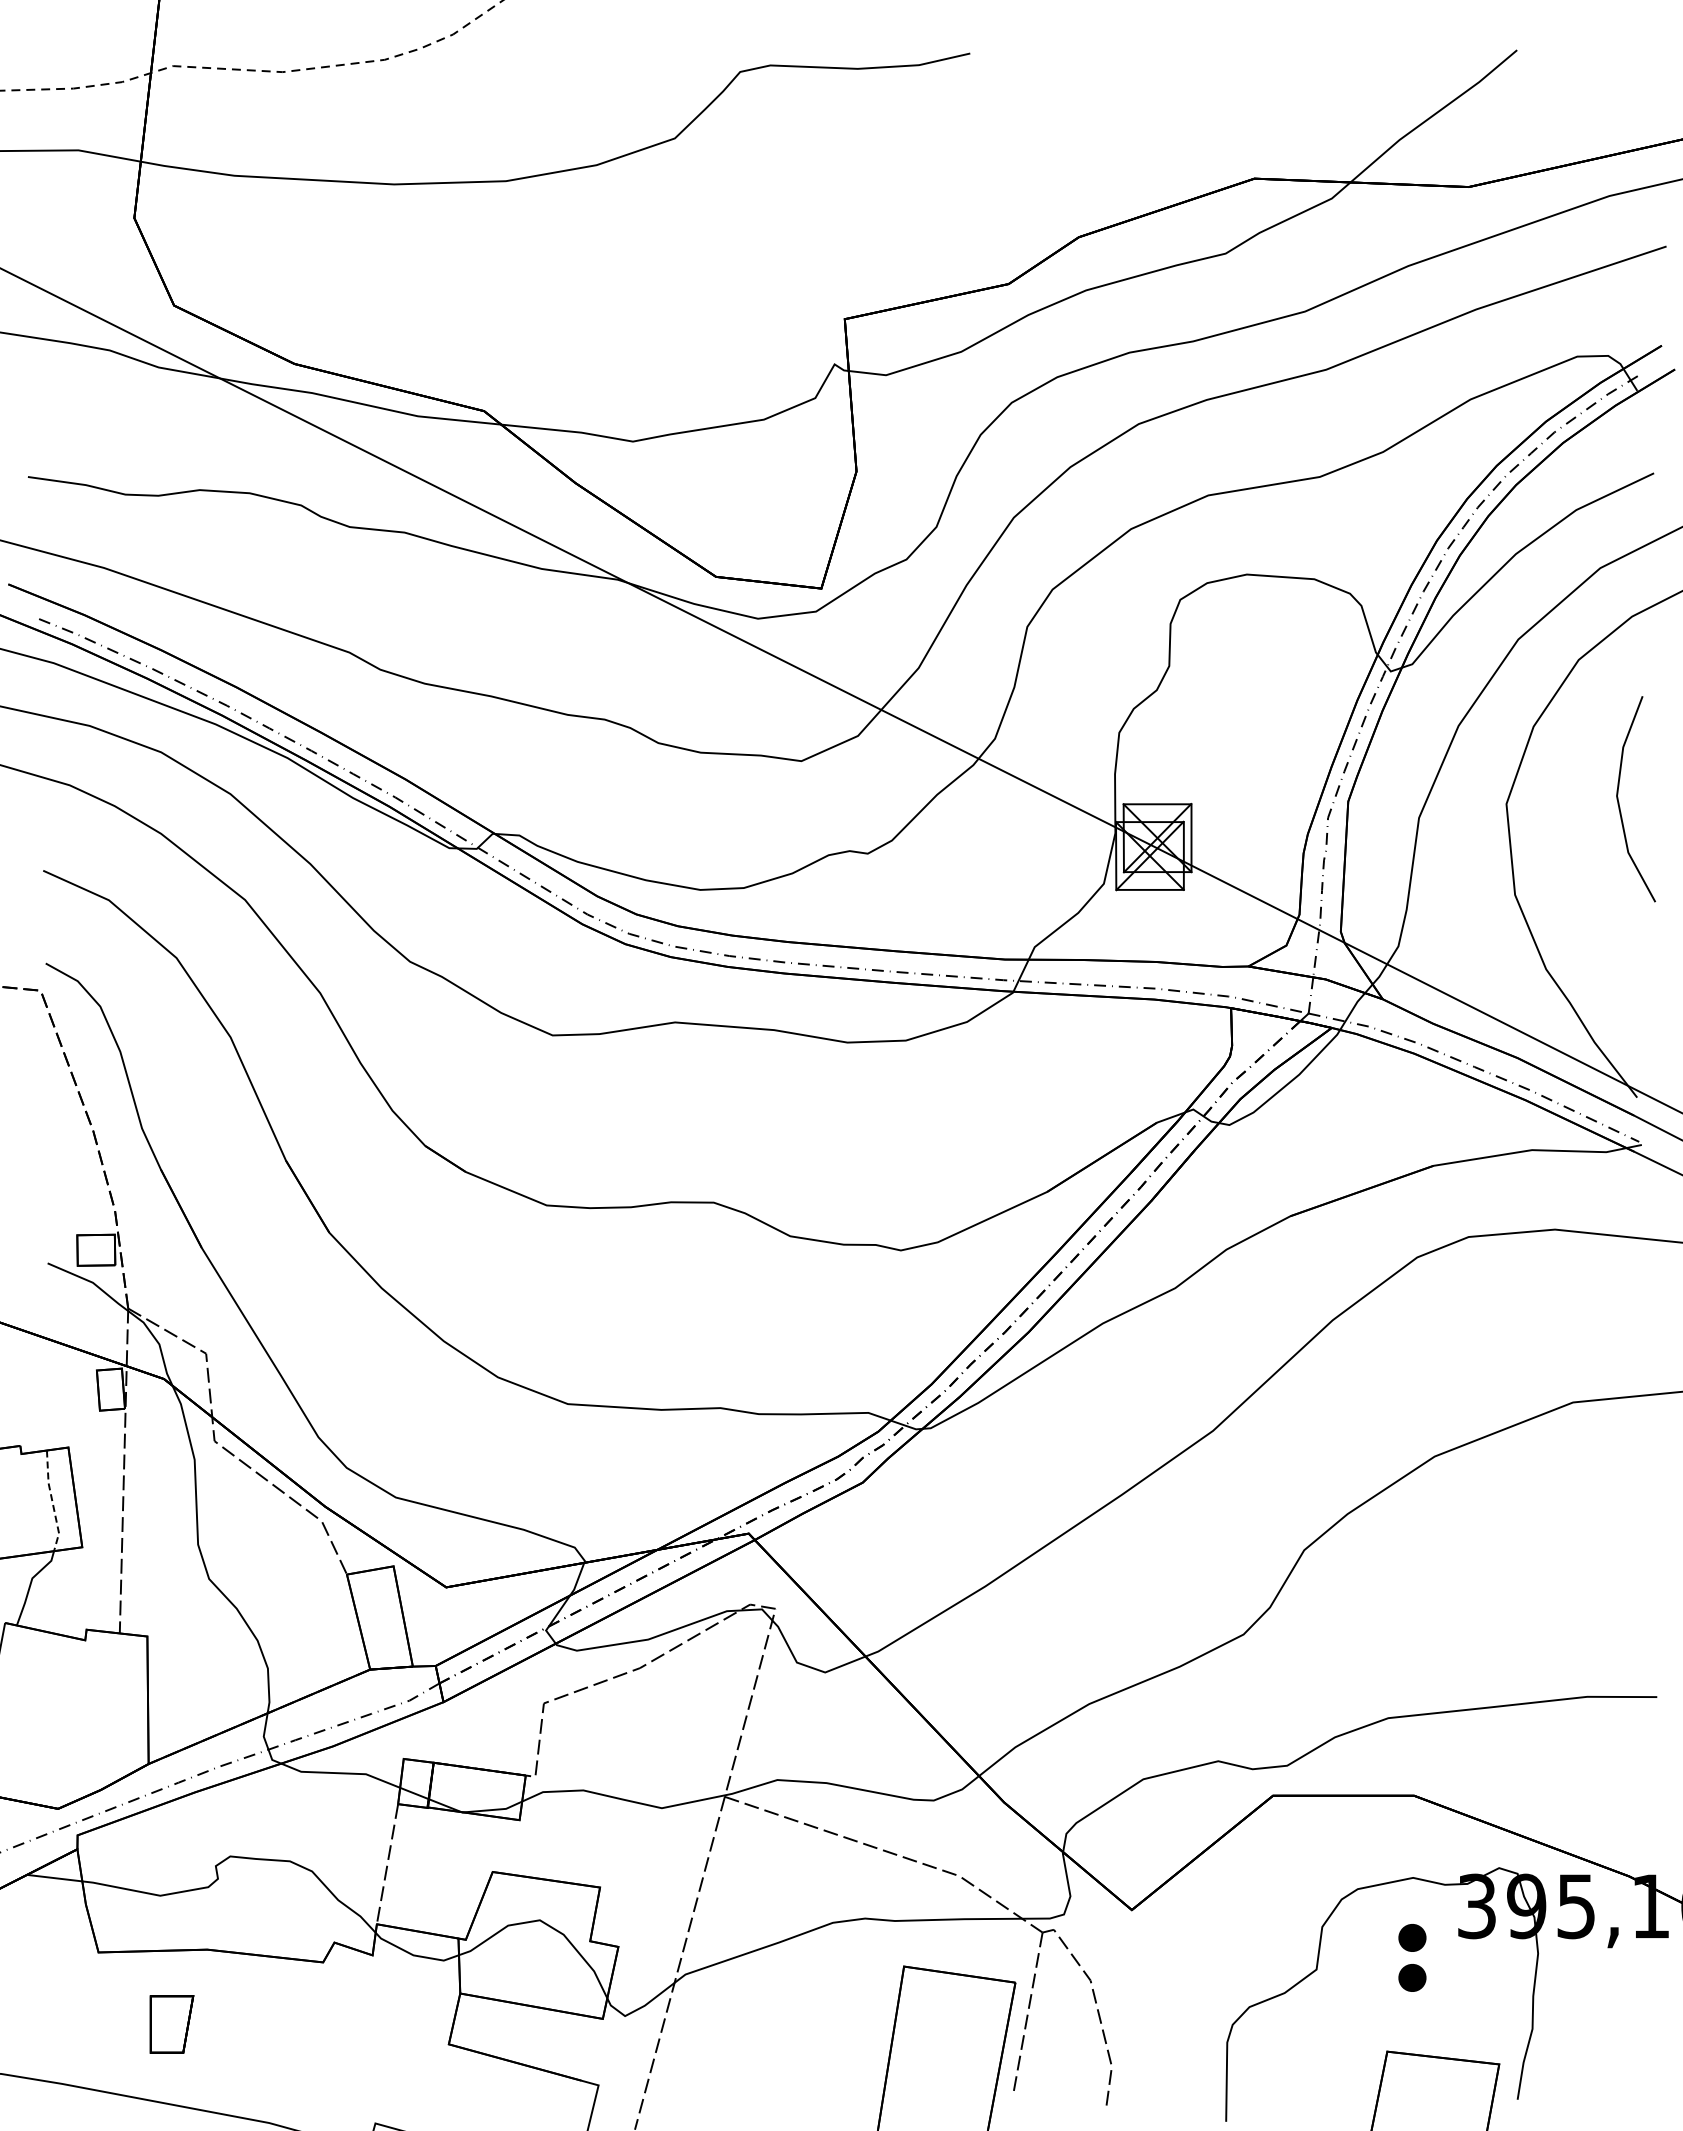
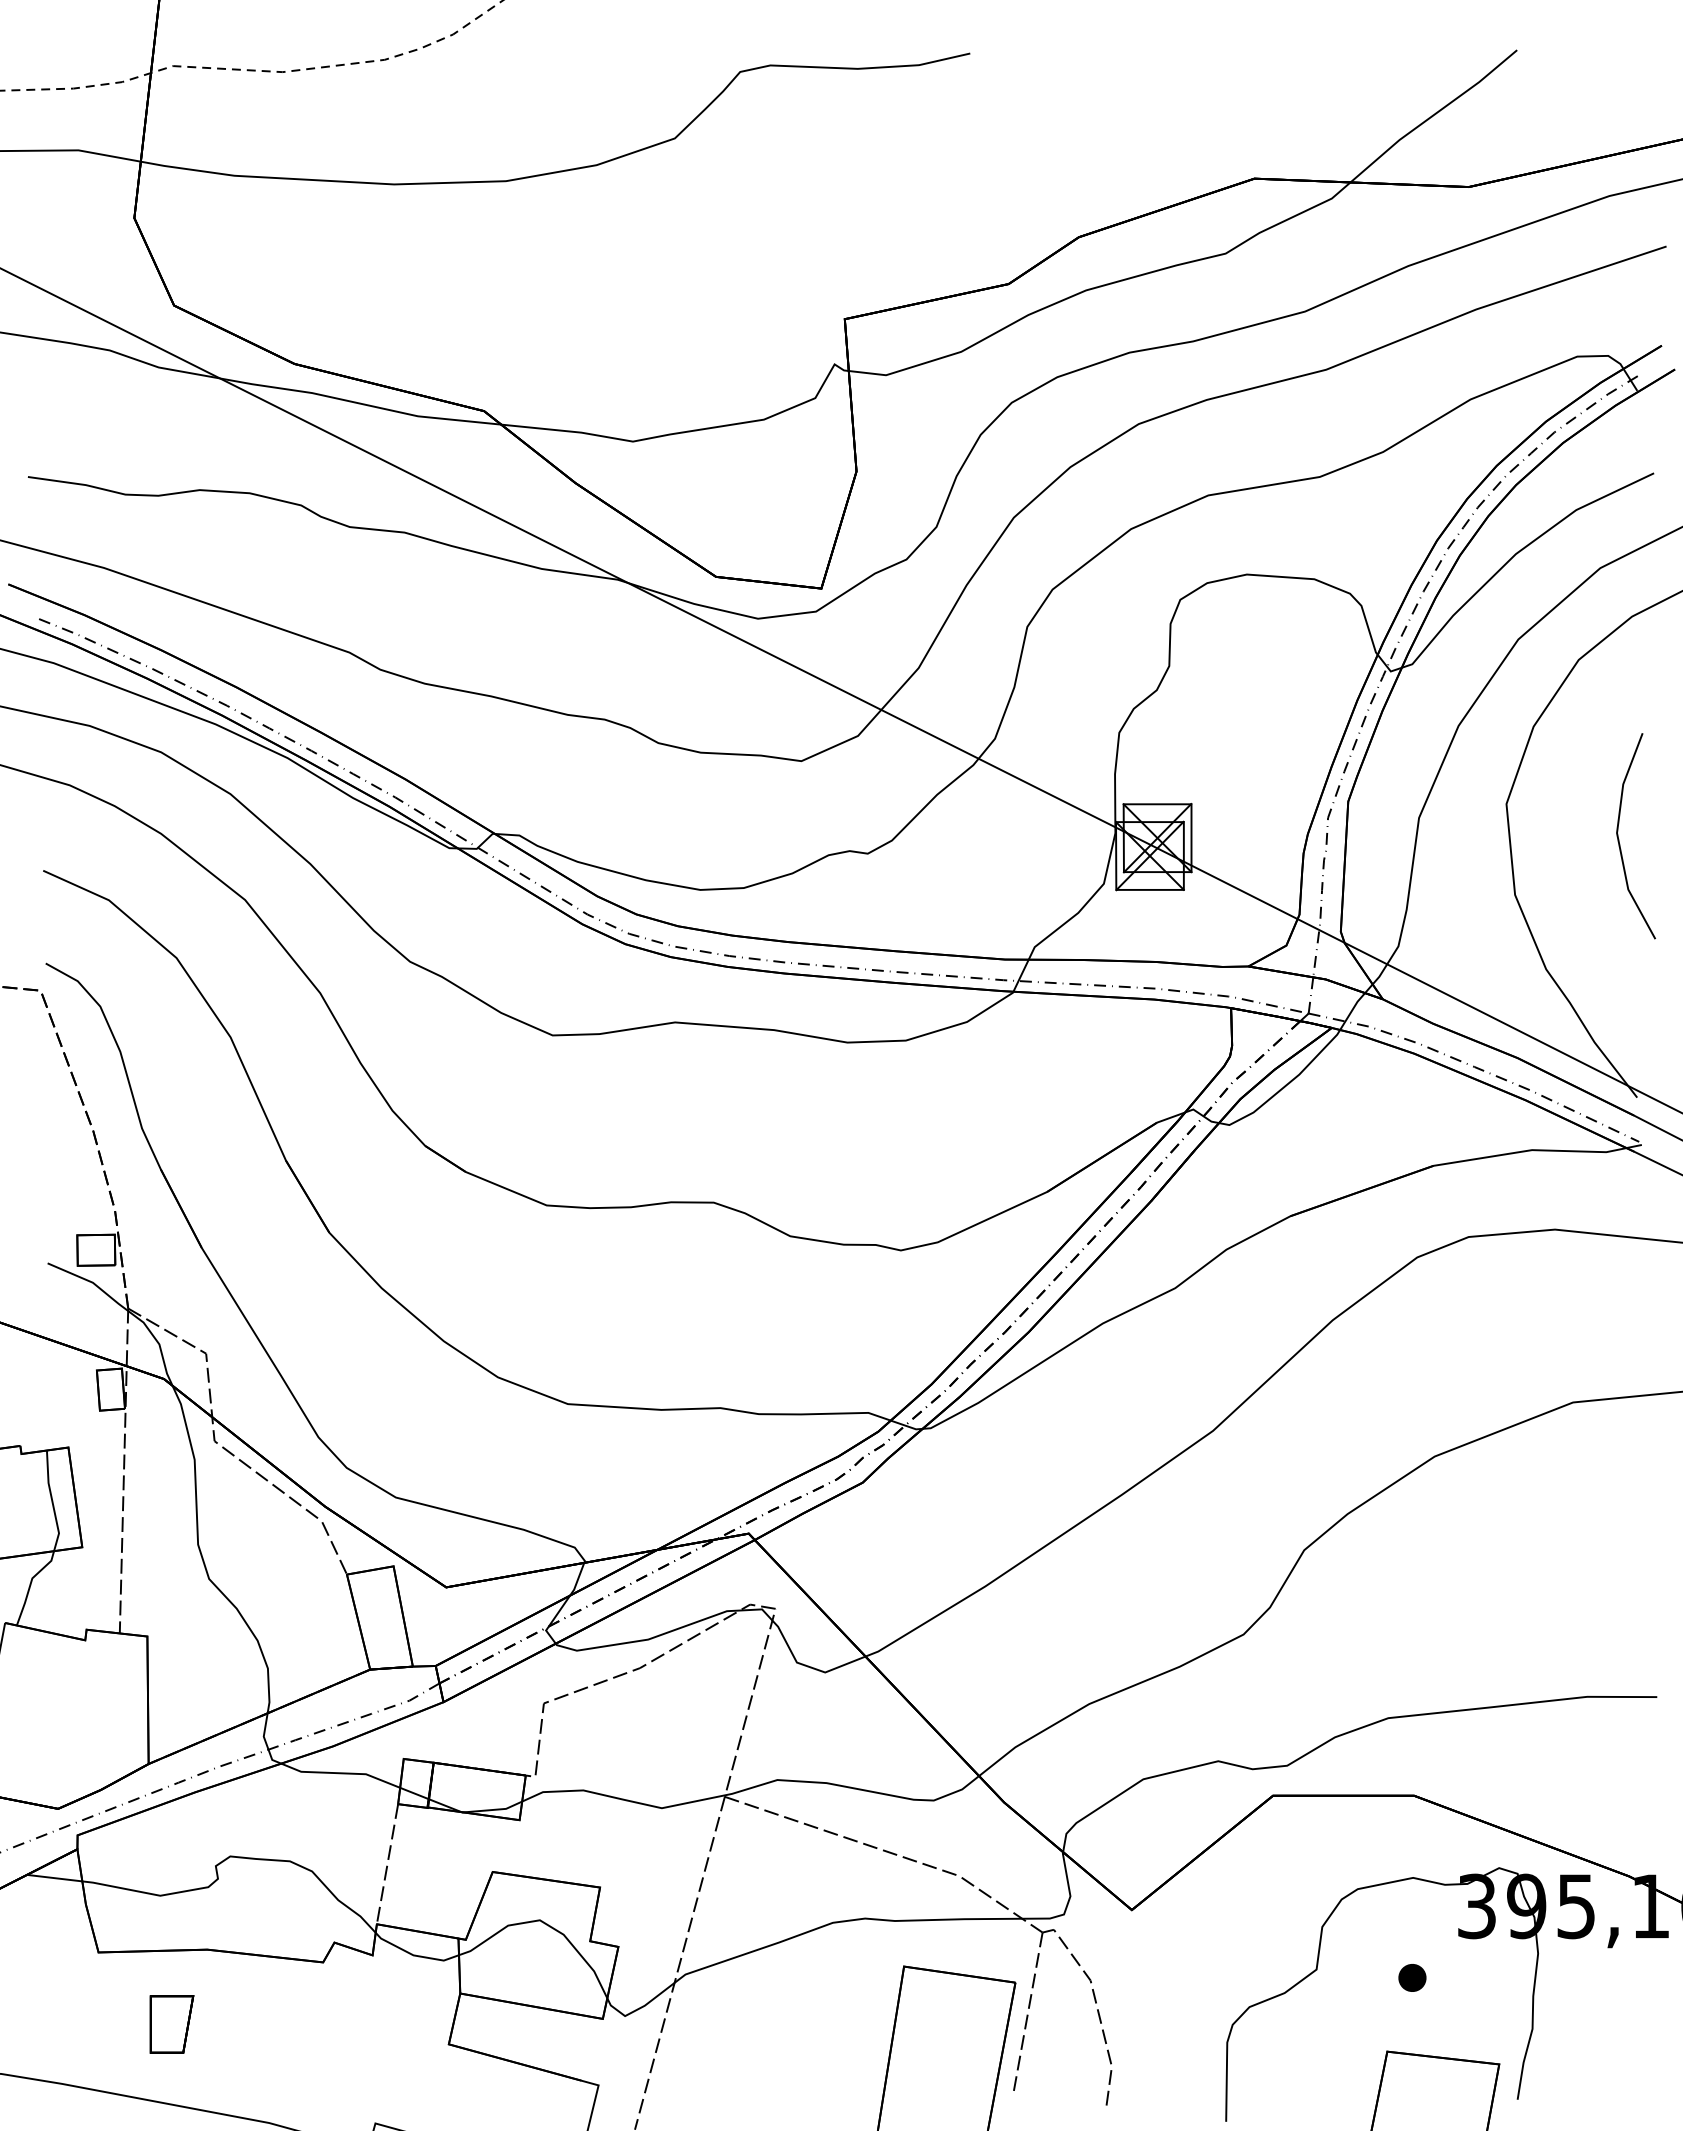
line at (1619, 802) position: (1619, 802) -> (1619, 839)
line at (52, 1501): dashed -> solid
part at (1412, 1937): present -> none
